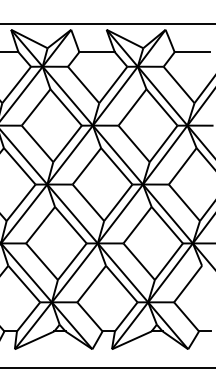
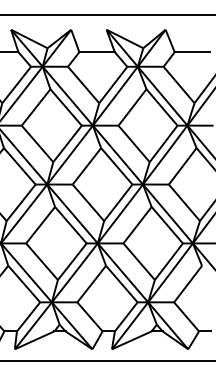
line at (107, 23) position: (107, 23) -> (107, 14)
line at (107, 368) position: (107, 368) -> (107, 361)
